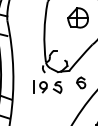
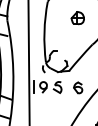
part at (77, 17) size: 22x22 px -> 15x15 px
line at (28, 62): none -> present
part at (81, 82) position: (81, 82) -> (78, 87)
